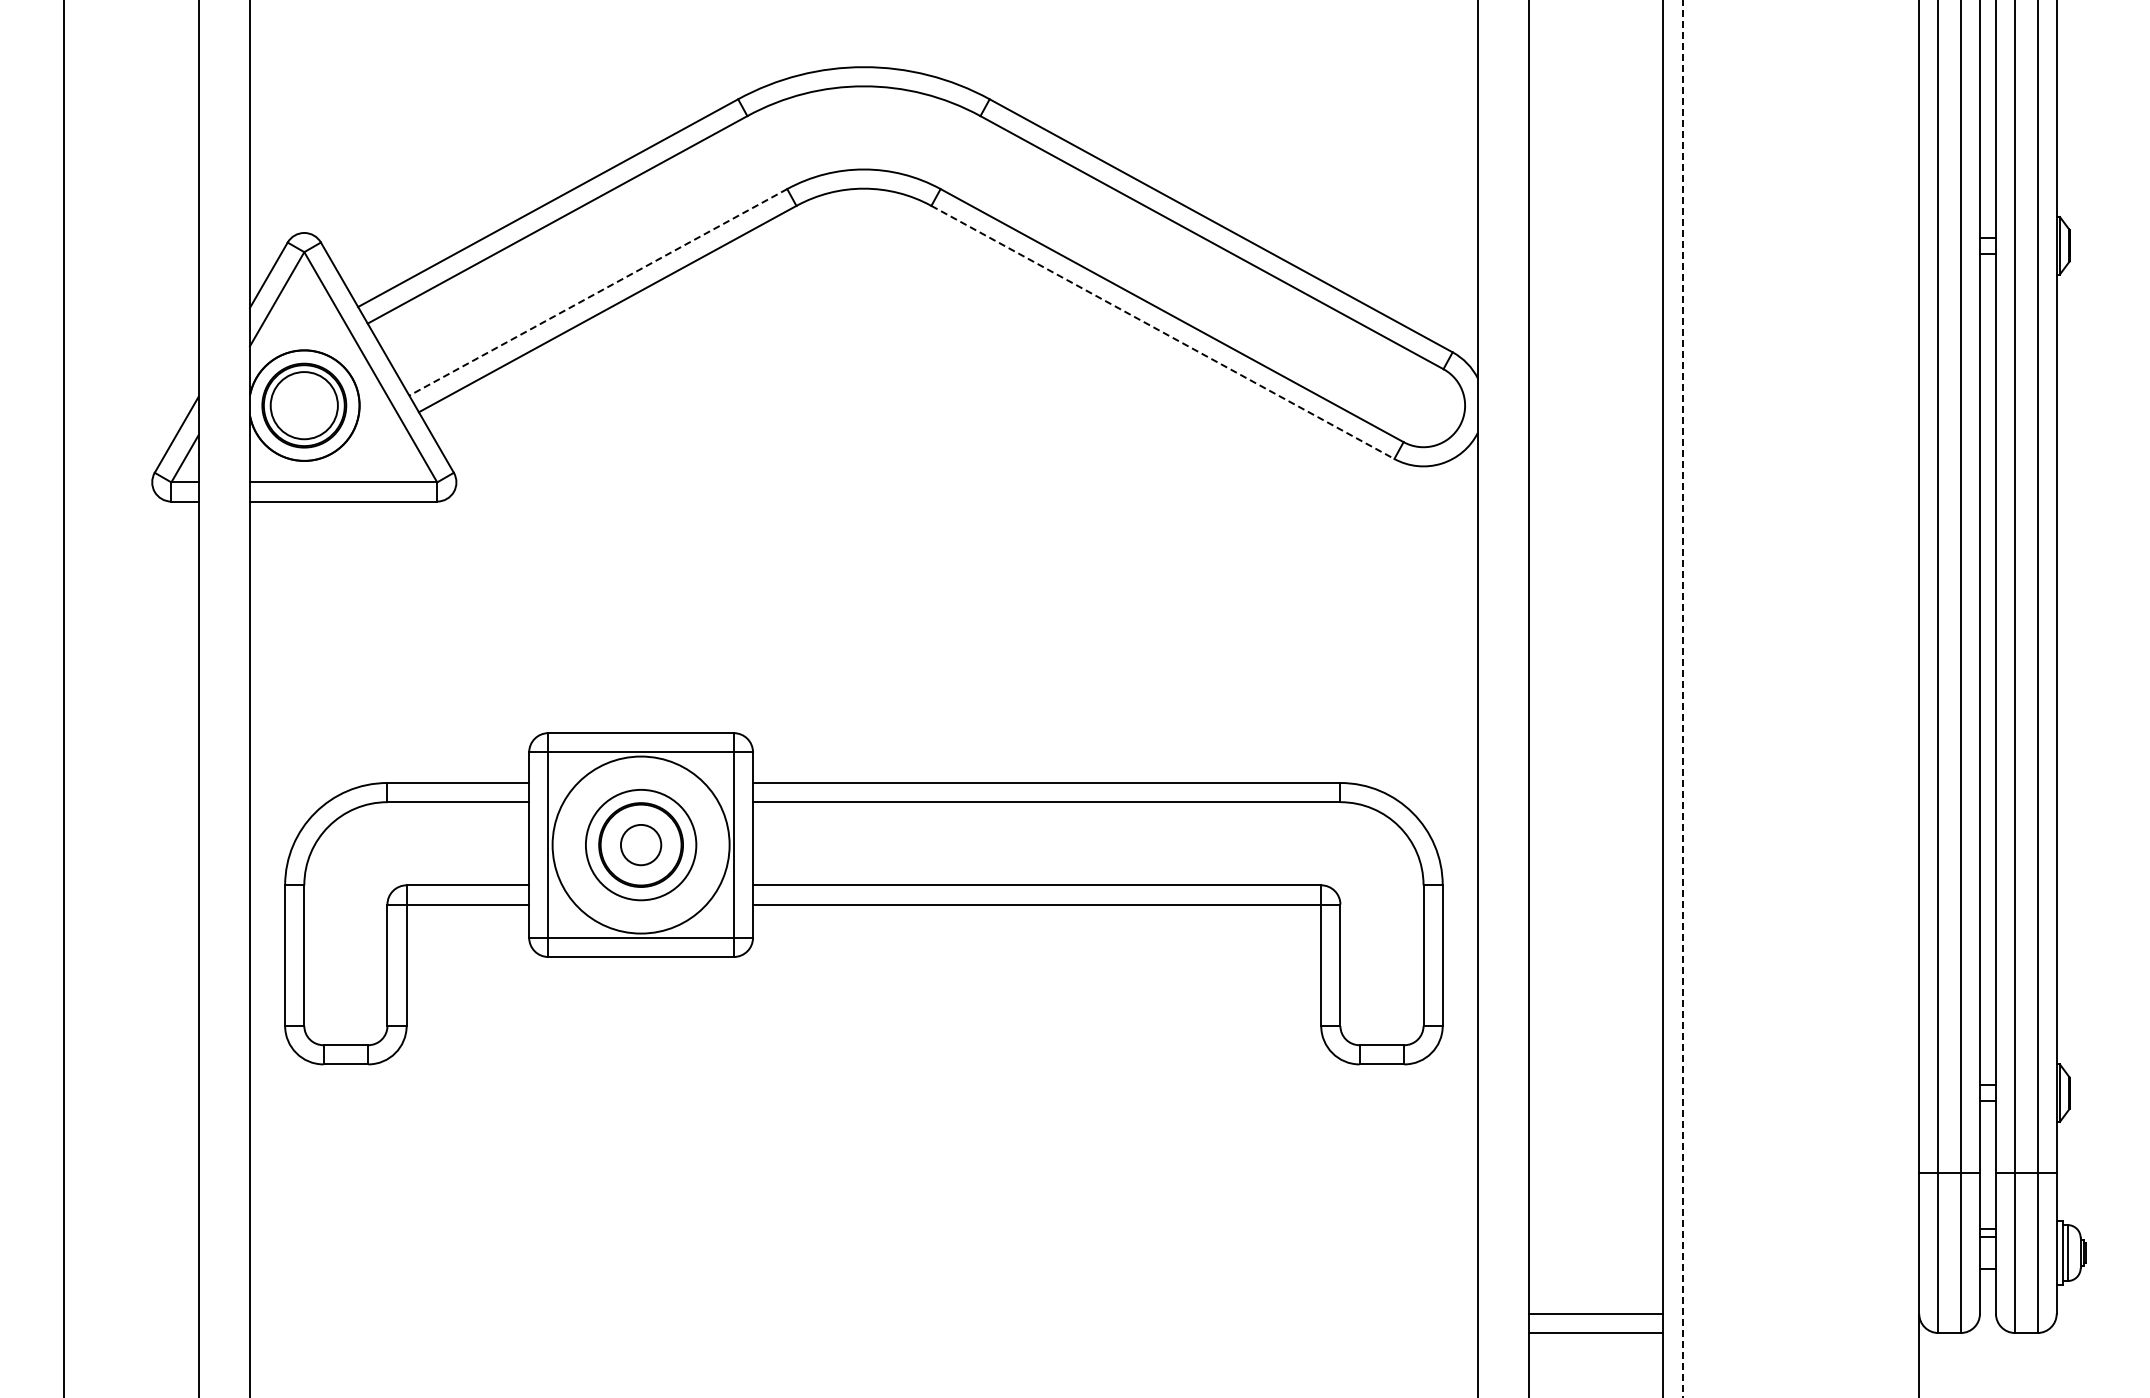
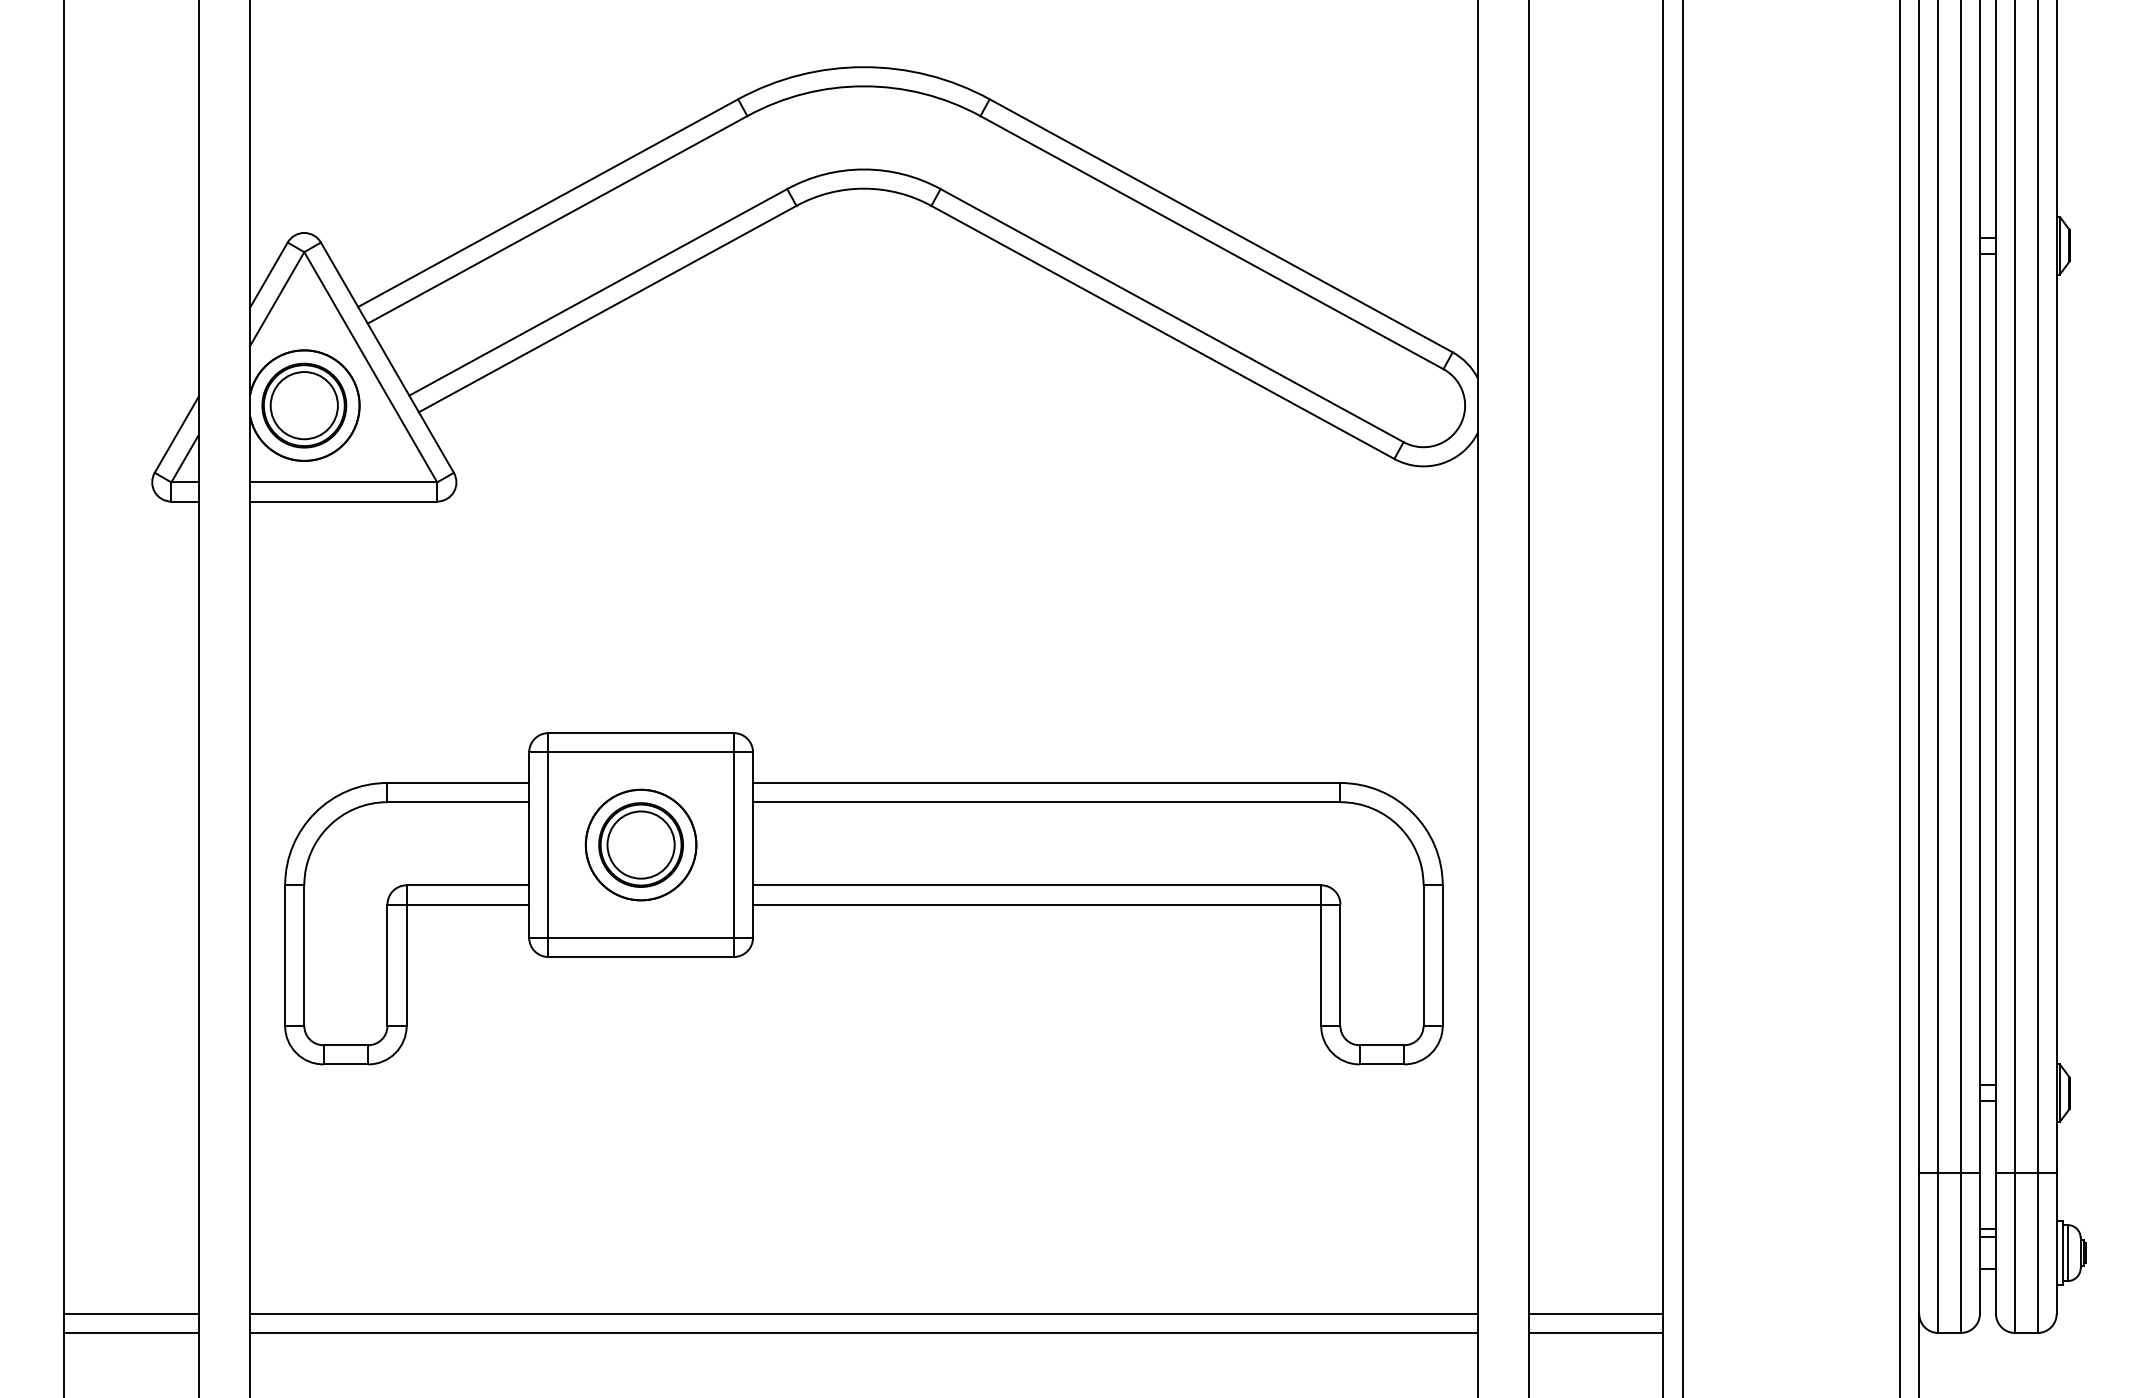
line at (597, 292): dashed -> solid
line at (1162, 332): dashed -> solid
line at (1682, 698): dashed -> solid
line at (1900, 698): none -> present
circle at (640, 844) diameter: 177 px -> 111 px
circle at (640, 844) diameter: 40 px -> 67 px
line at (131, 1313): none -> present
line at (863, 1313): none -> present
line at (131, 1333): none -> present
line at (863, 1333): none -> present
